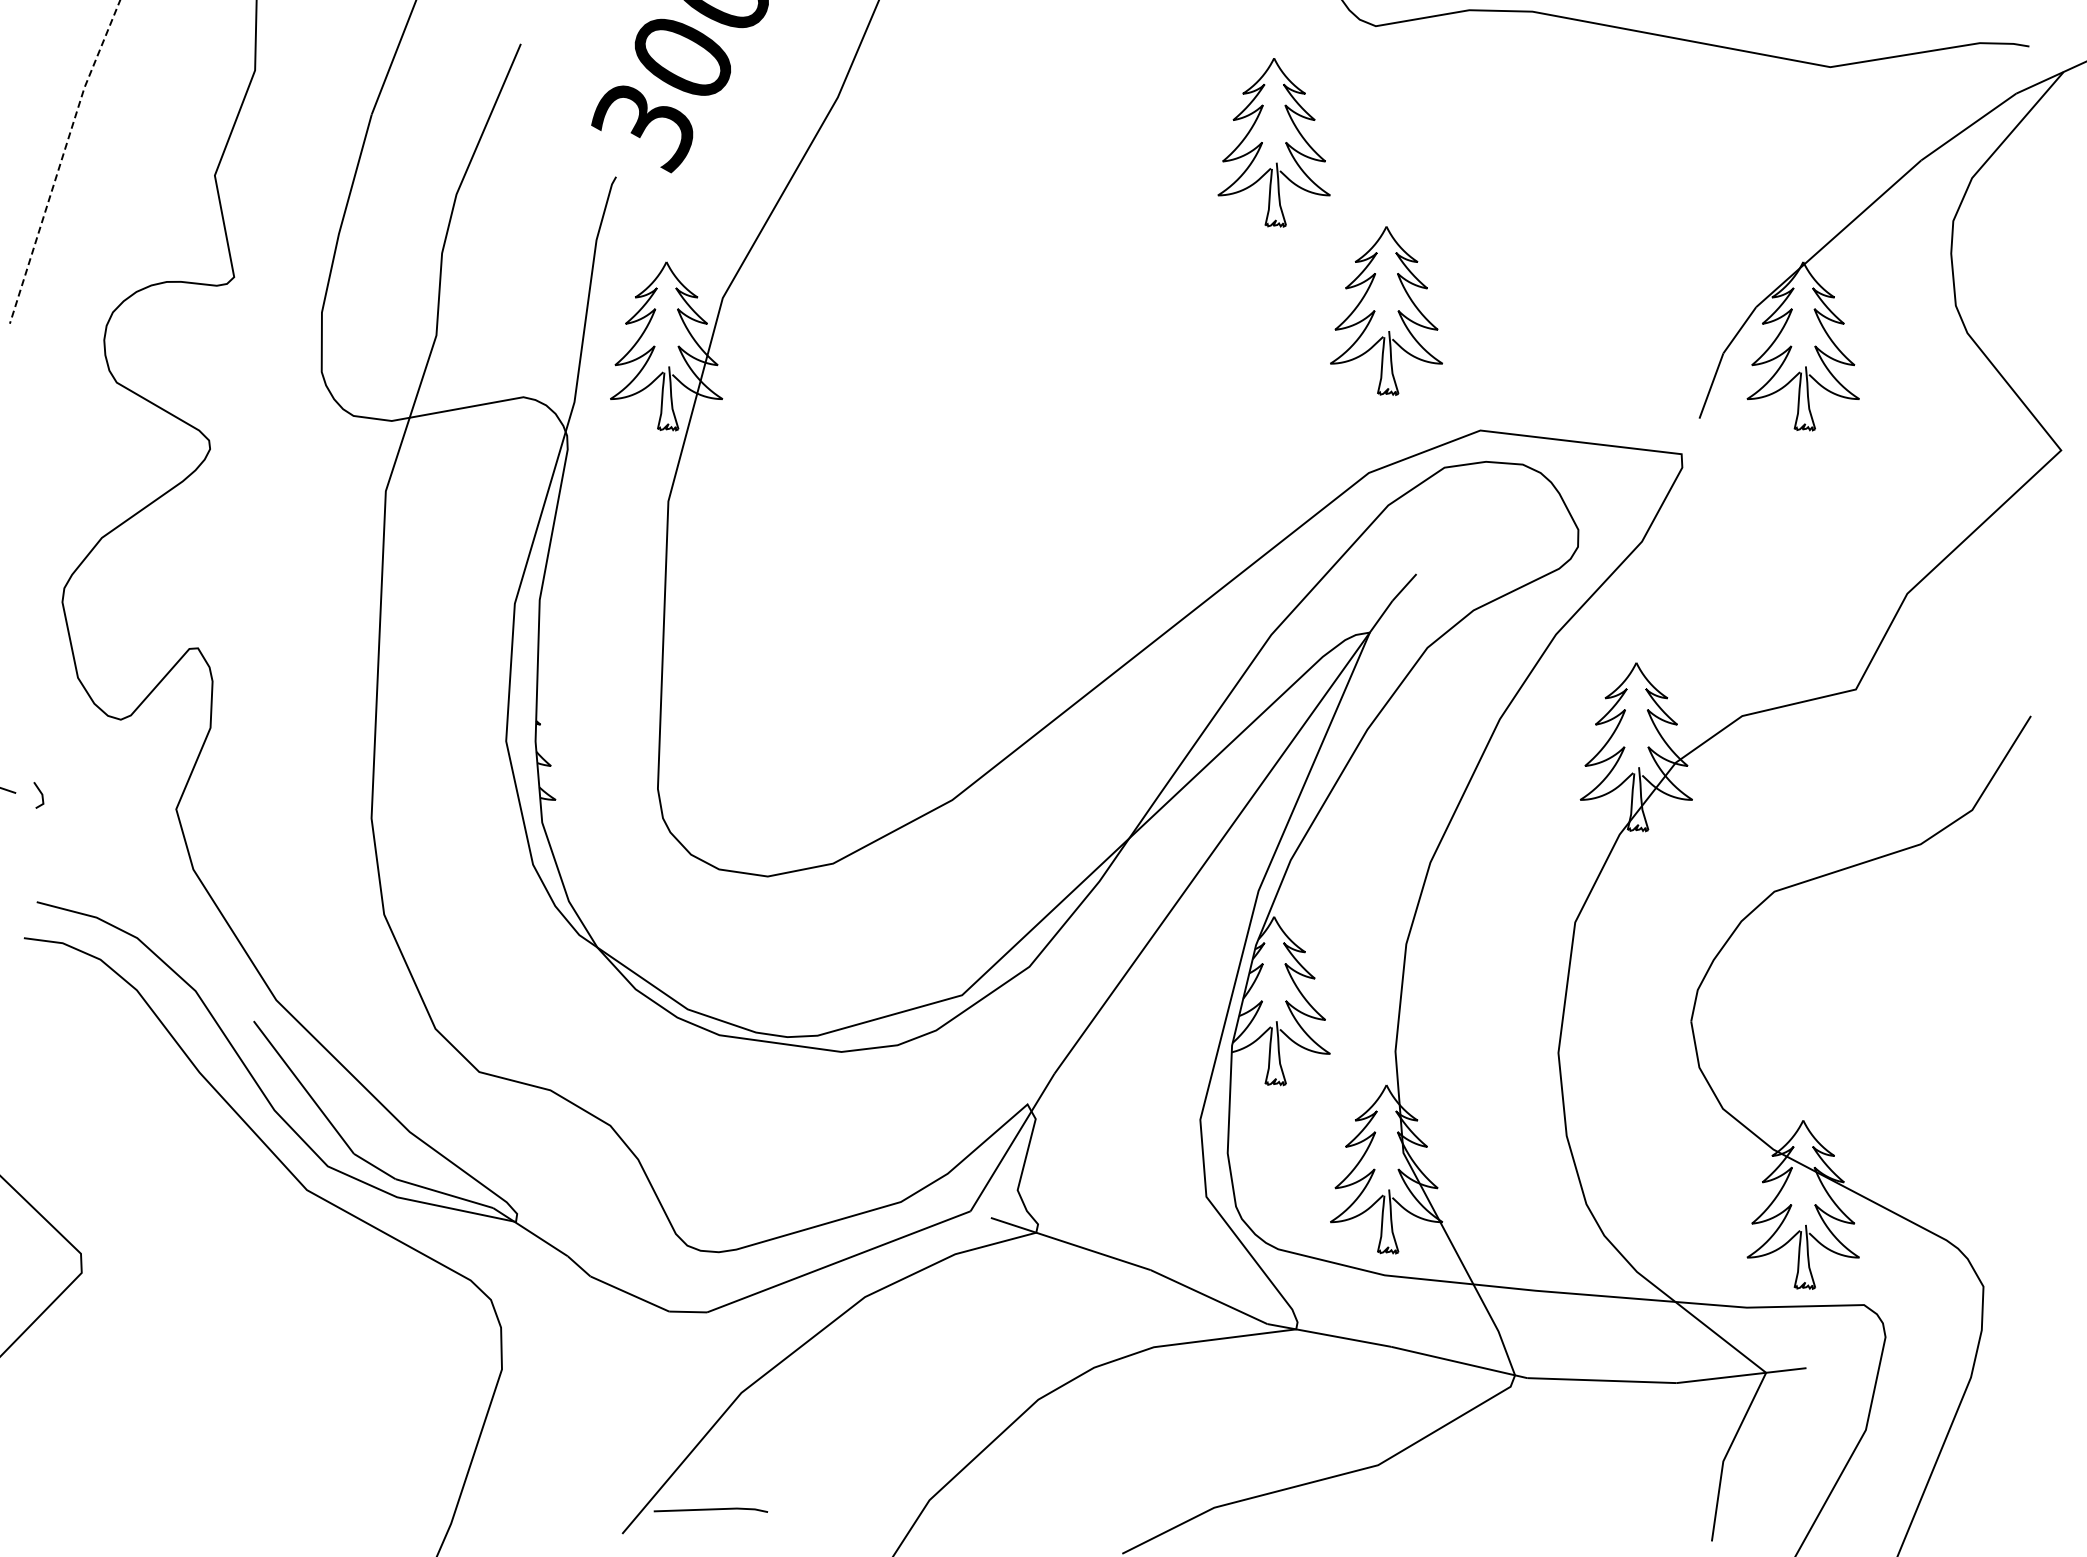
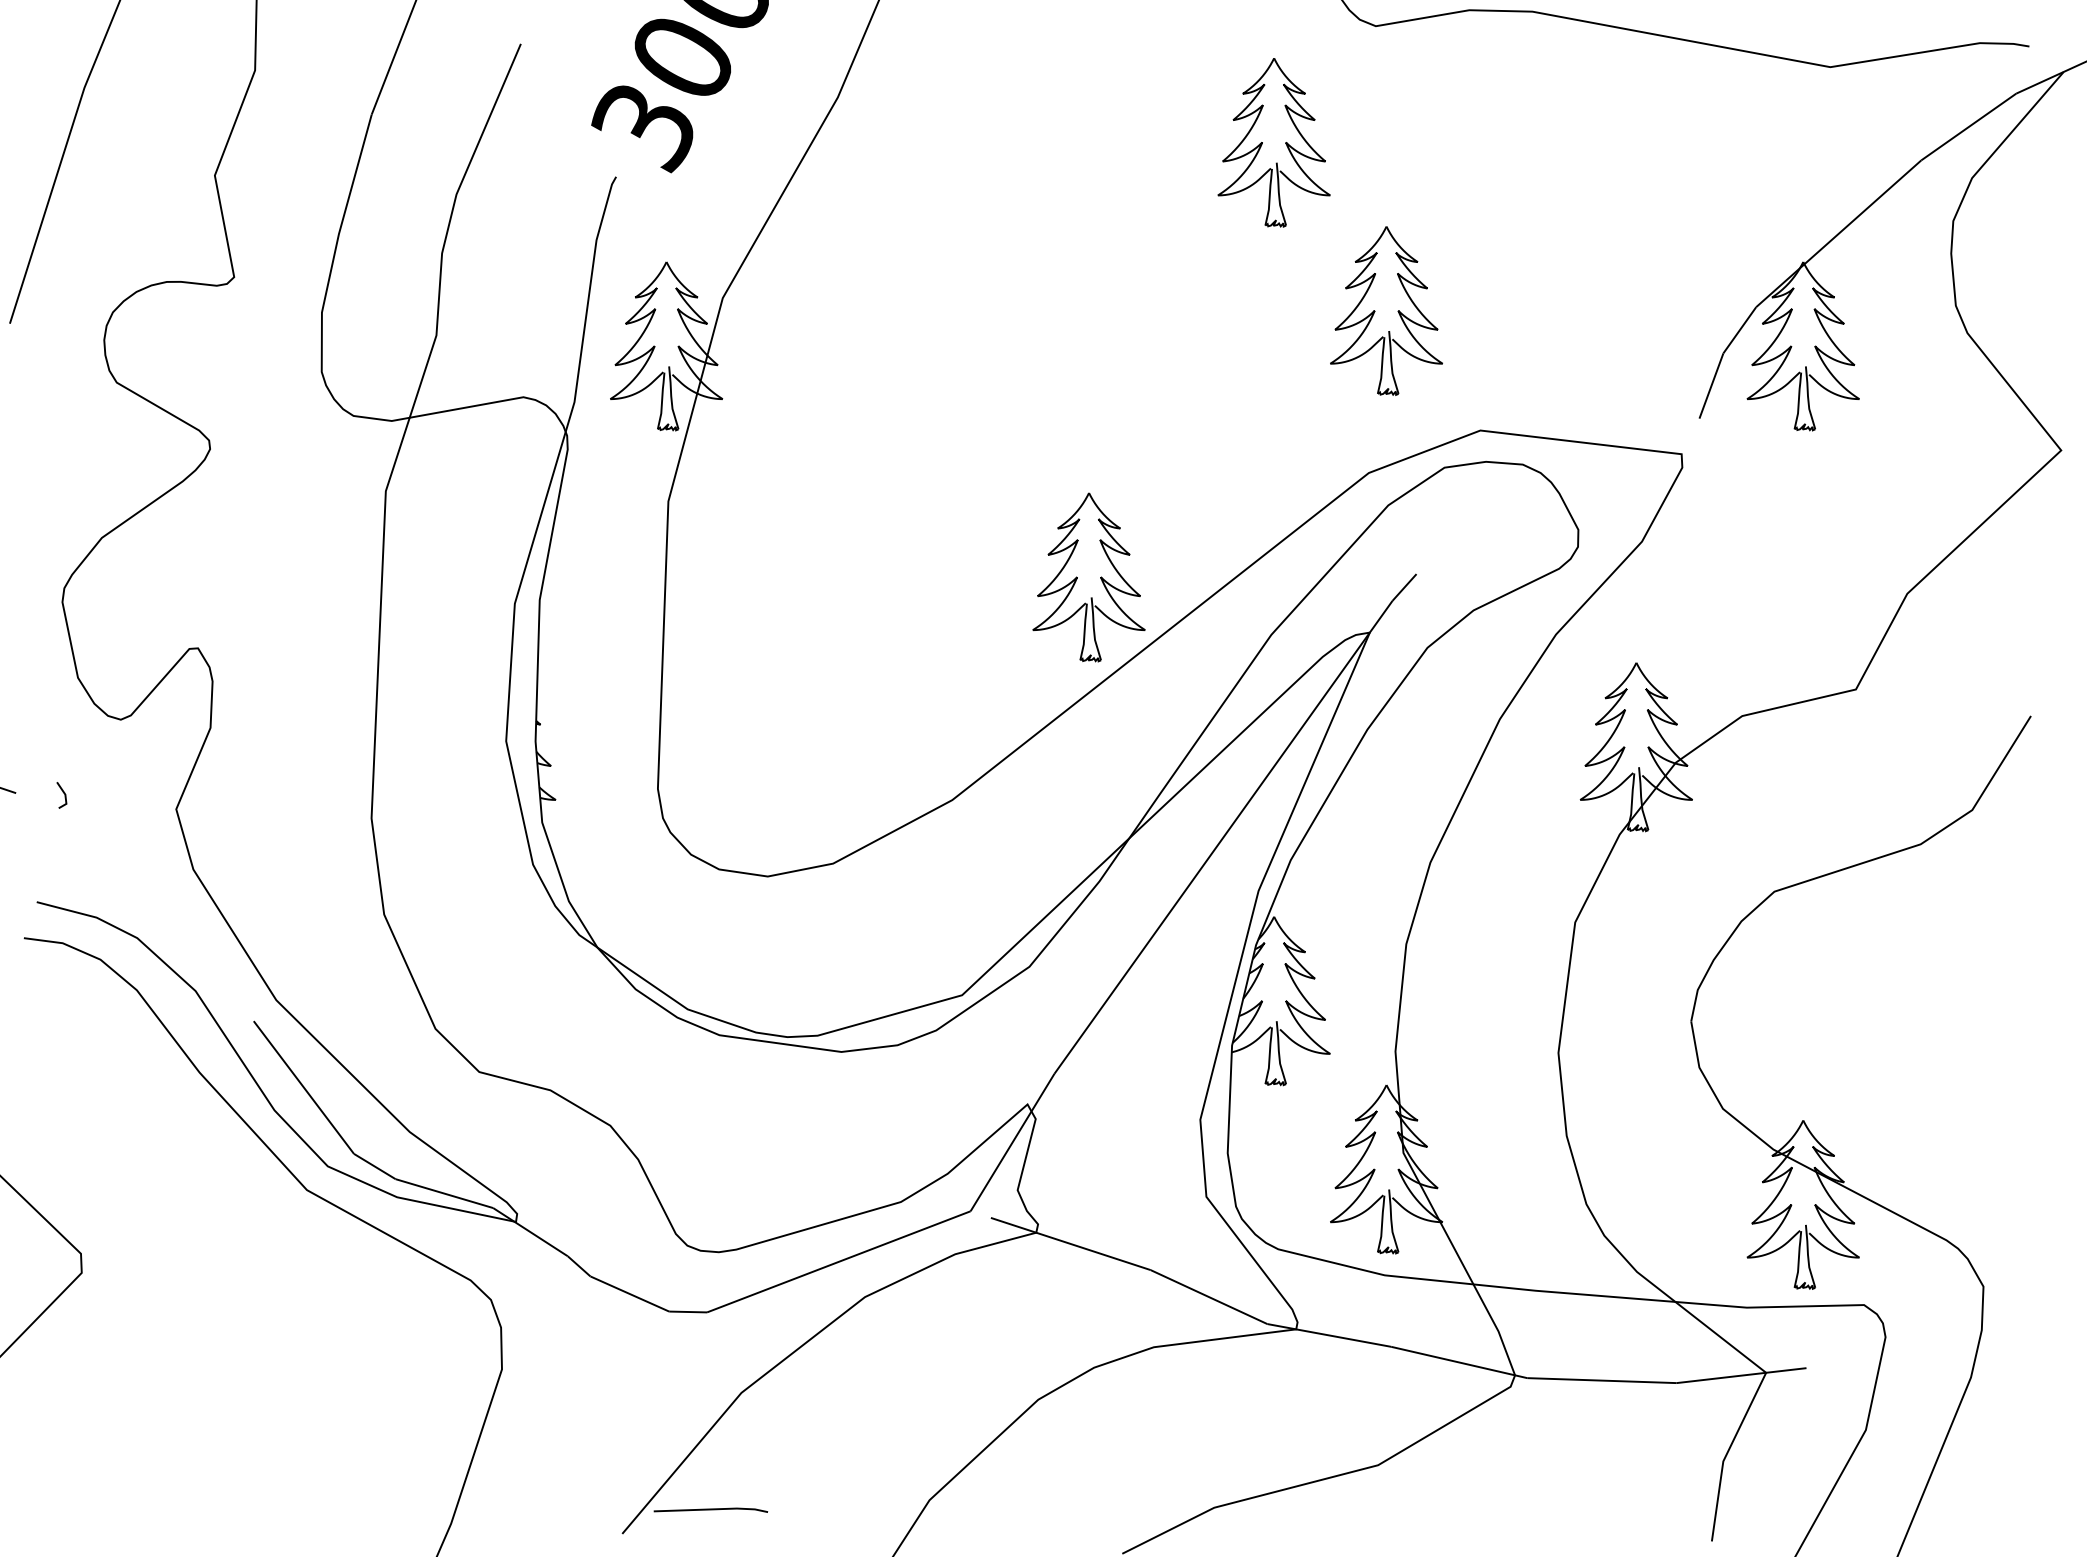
line at (61, 160): dashed -> solid
part at (1088, 577): none -> present
line at (40, 793) position: (40, 793) -> (63, 793)
